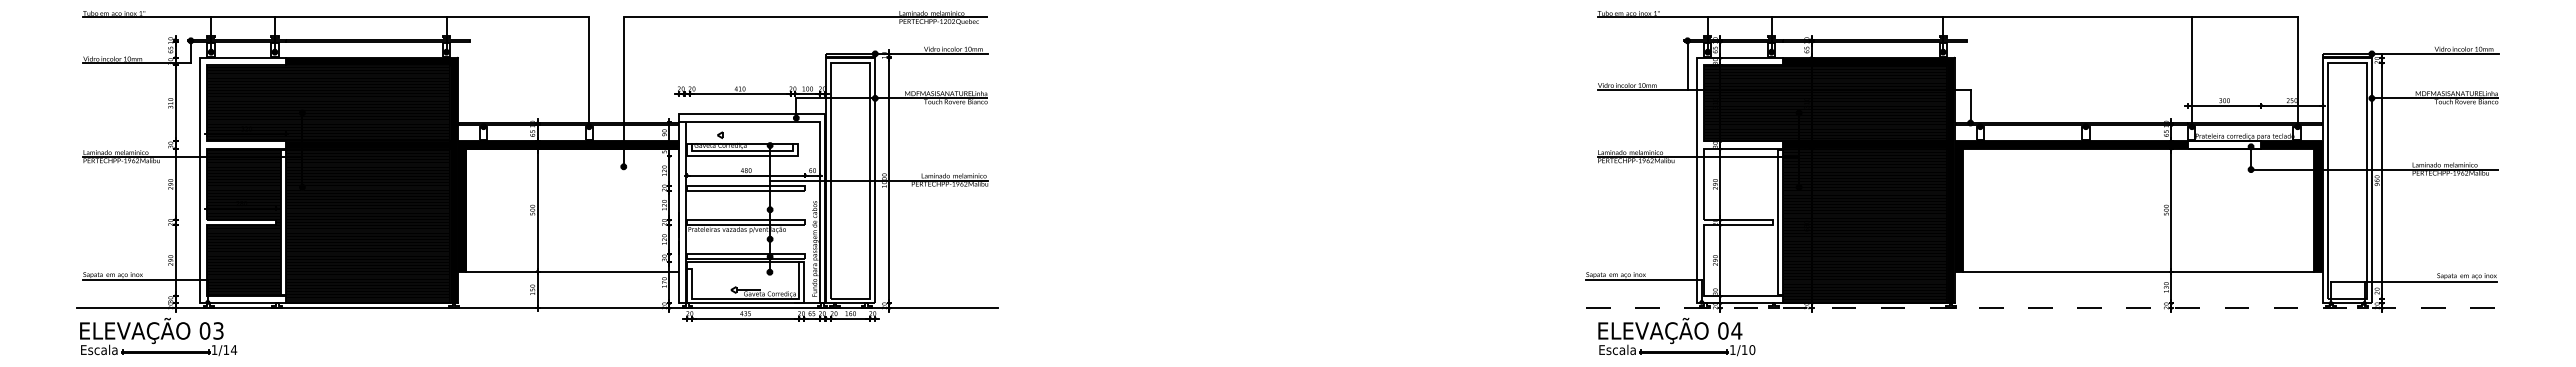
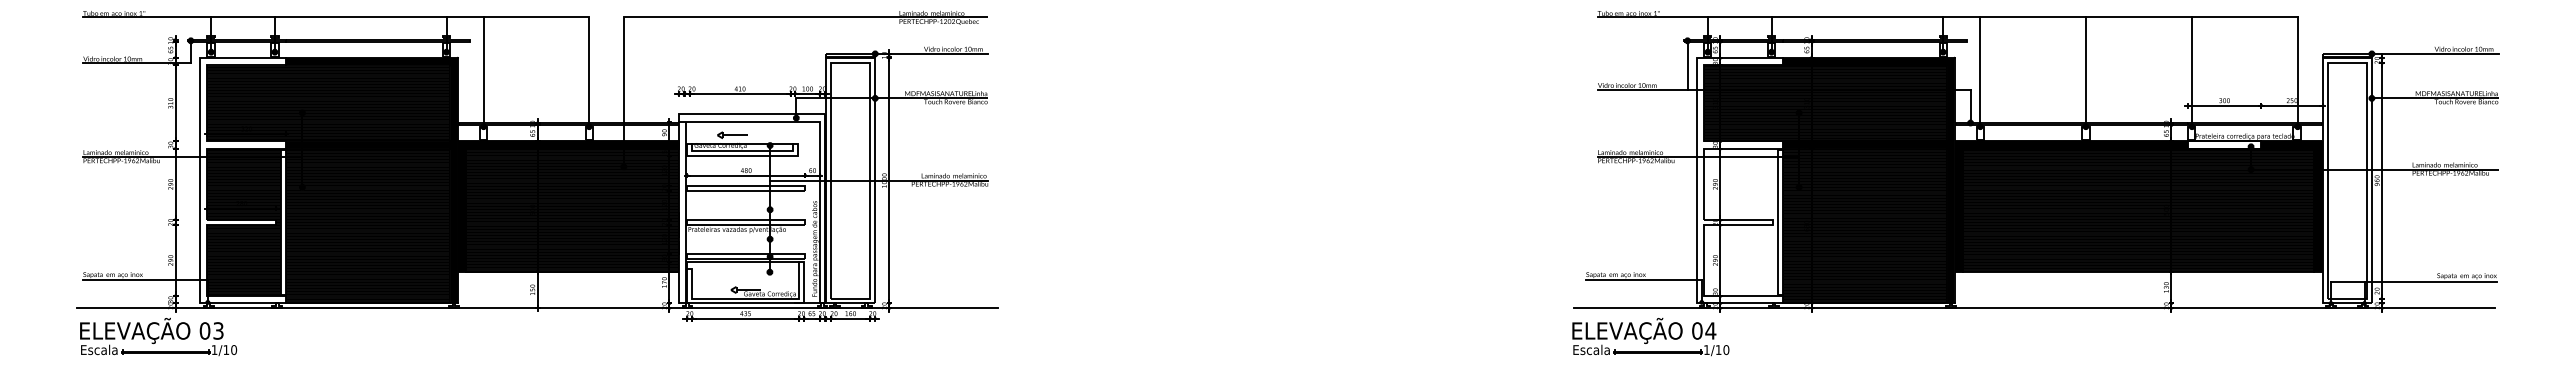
line at (483, 71): none -> present
line at (1980, 71): none -> present
line at (2085, 71): none -> present
line at (735, 135): none -> present
hatch at (2138, 209): none -> present
hatch at (572, 210): none -> present
line at (2033, 308): dashed -> solid
part at (1676, 337) position: (1676, 337) -> (1650, 337)
text at (233, 349): 1/14 -> 1/10
